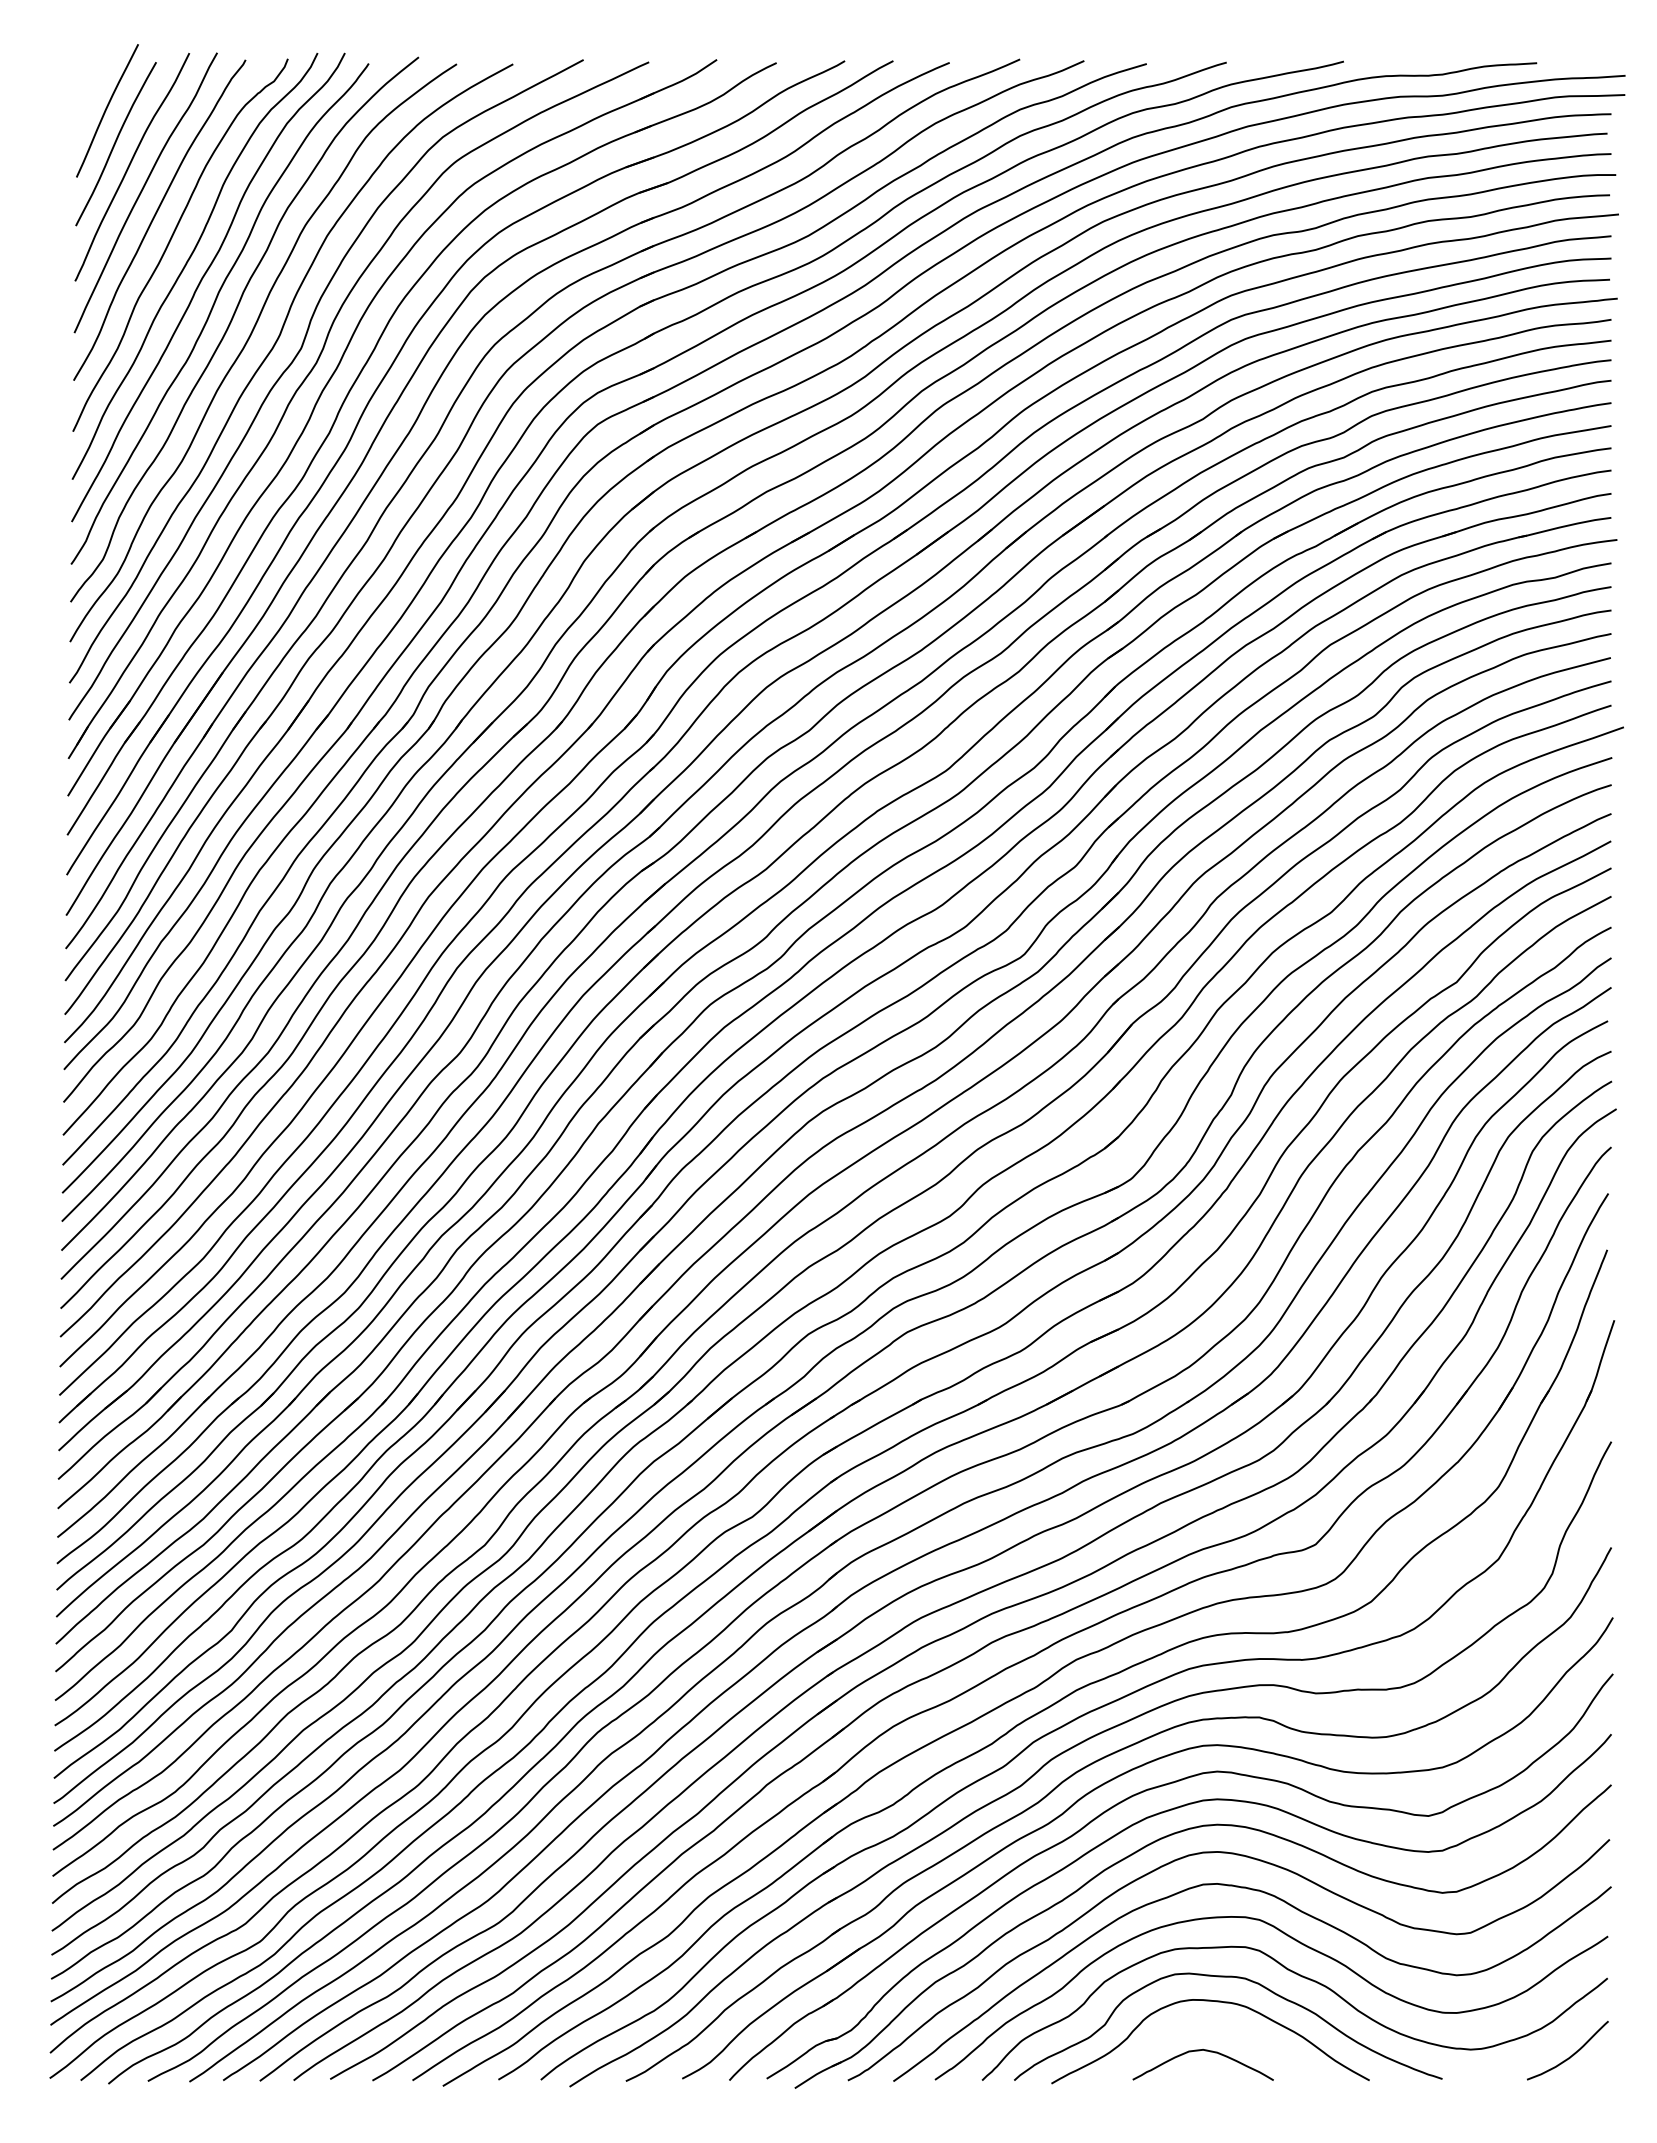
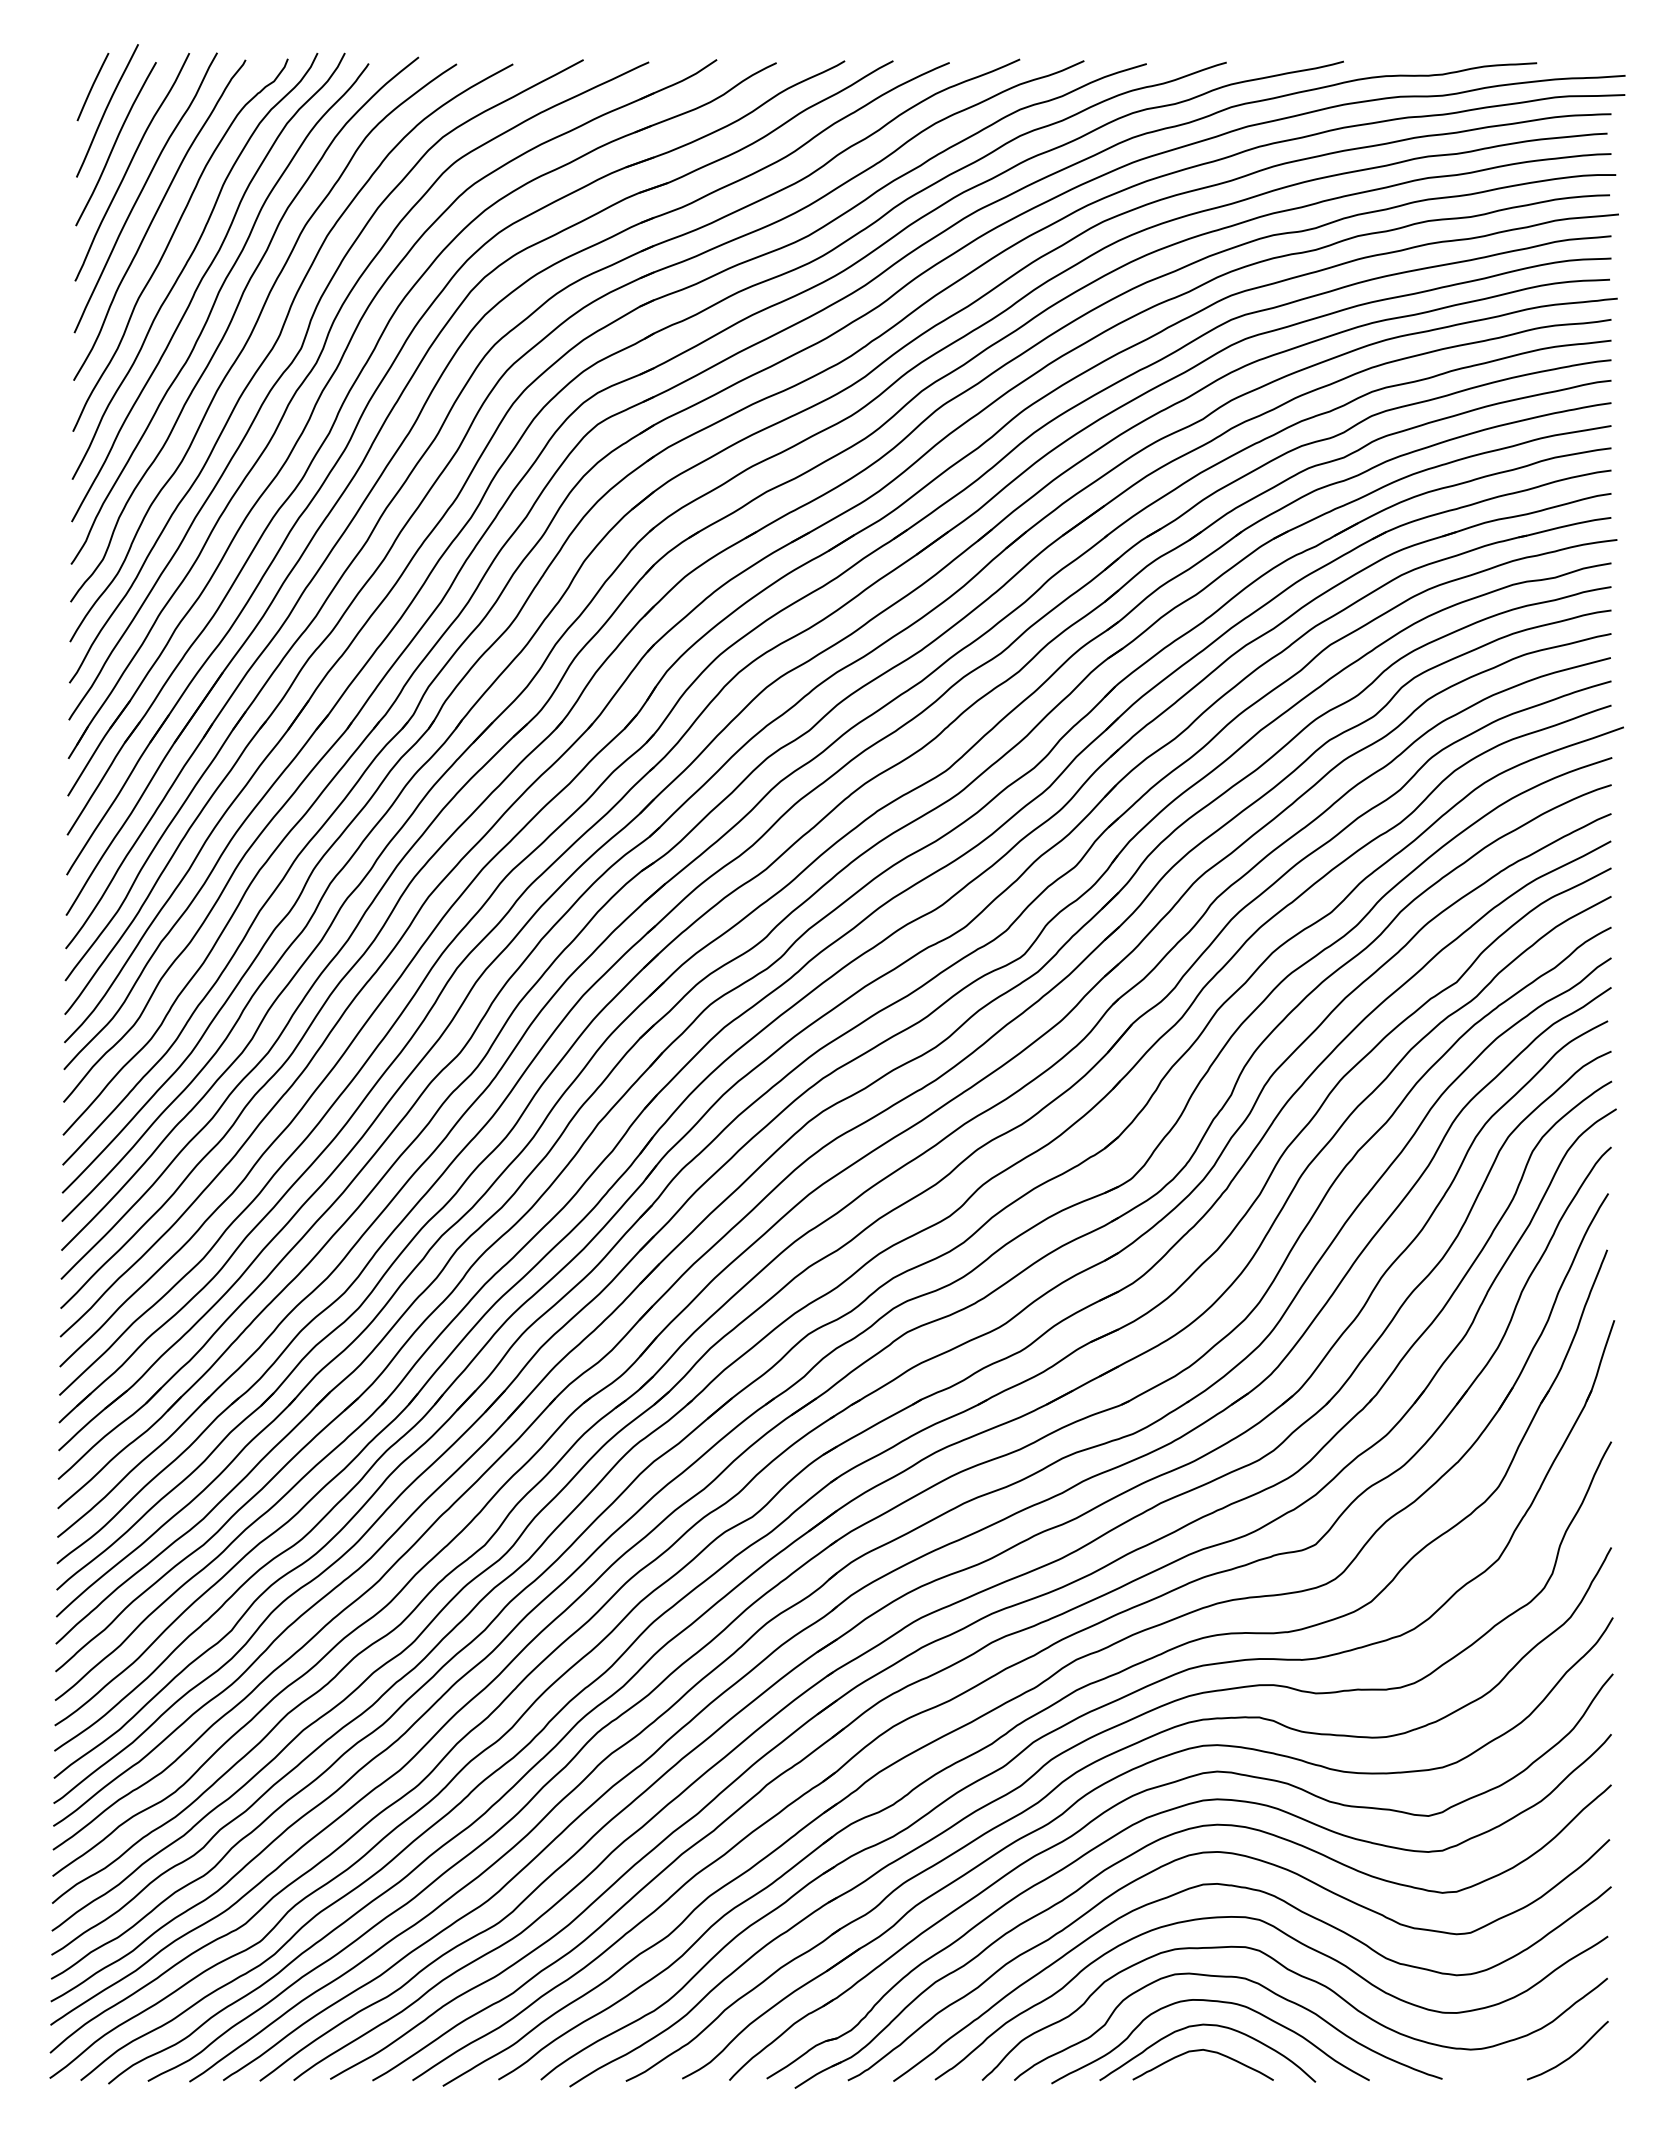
curve at (92, 87): none -> present
curve at (1213, 2026): none -> present
